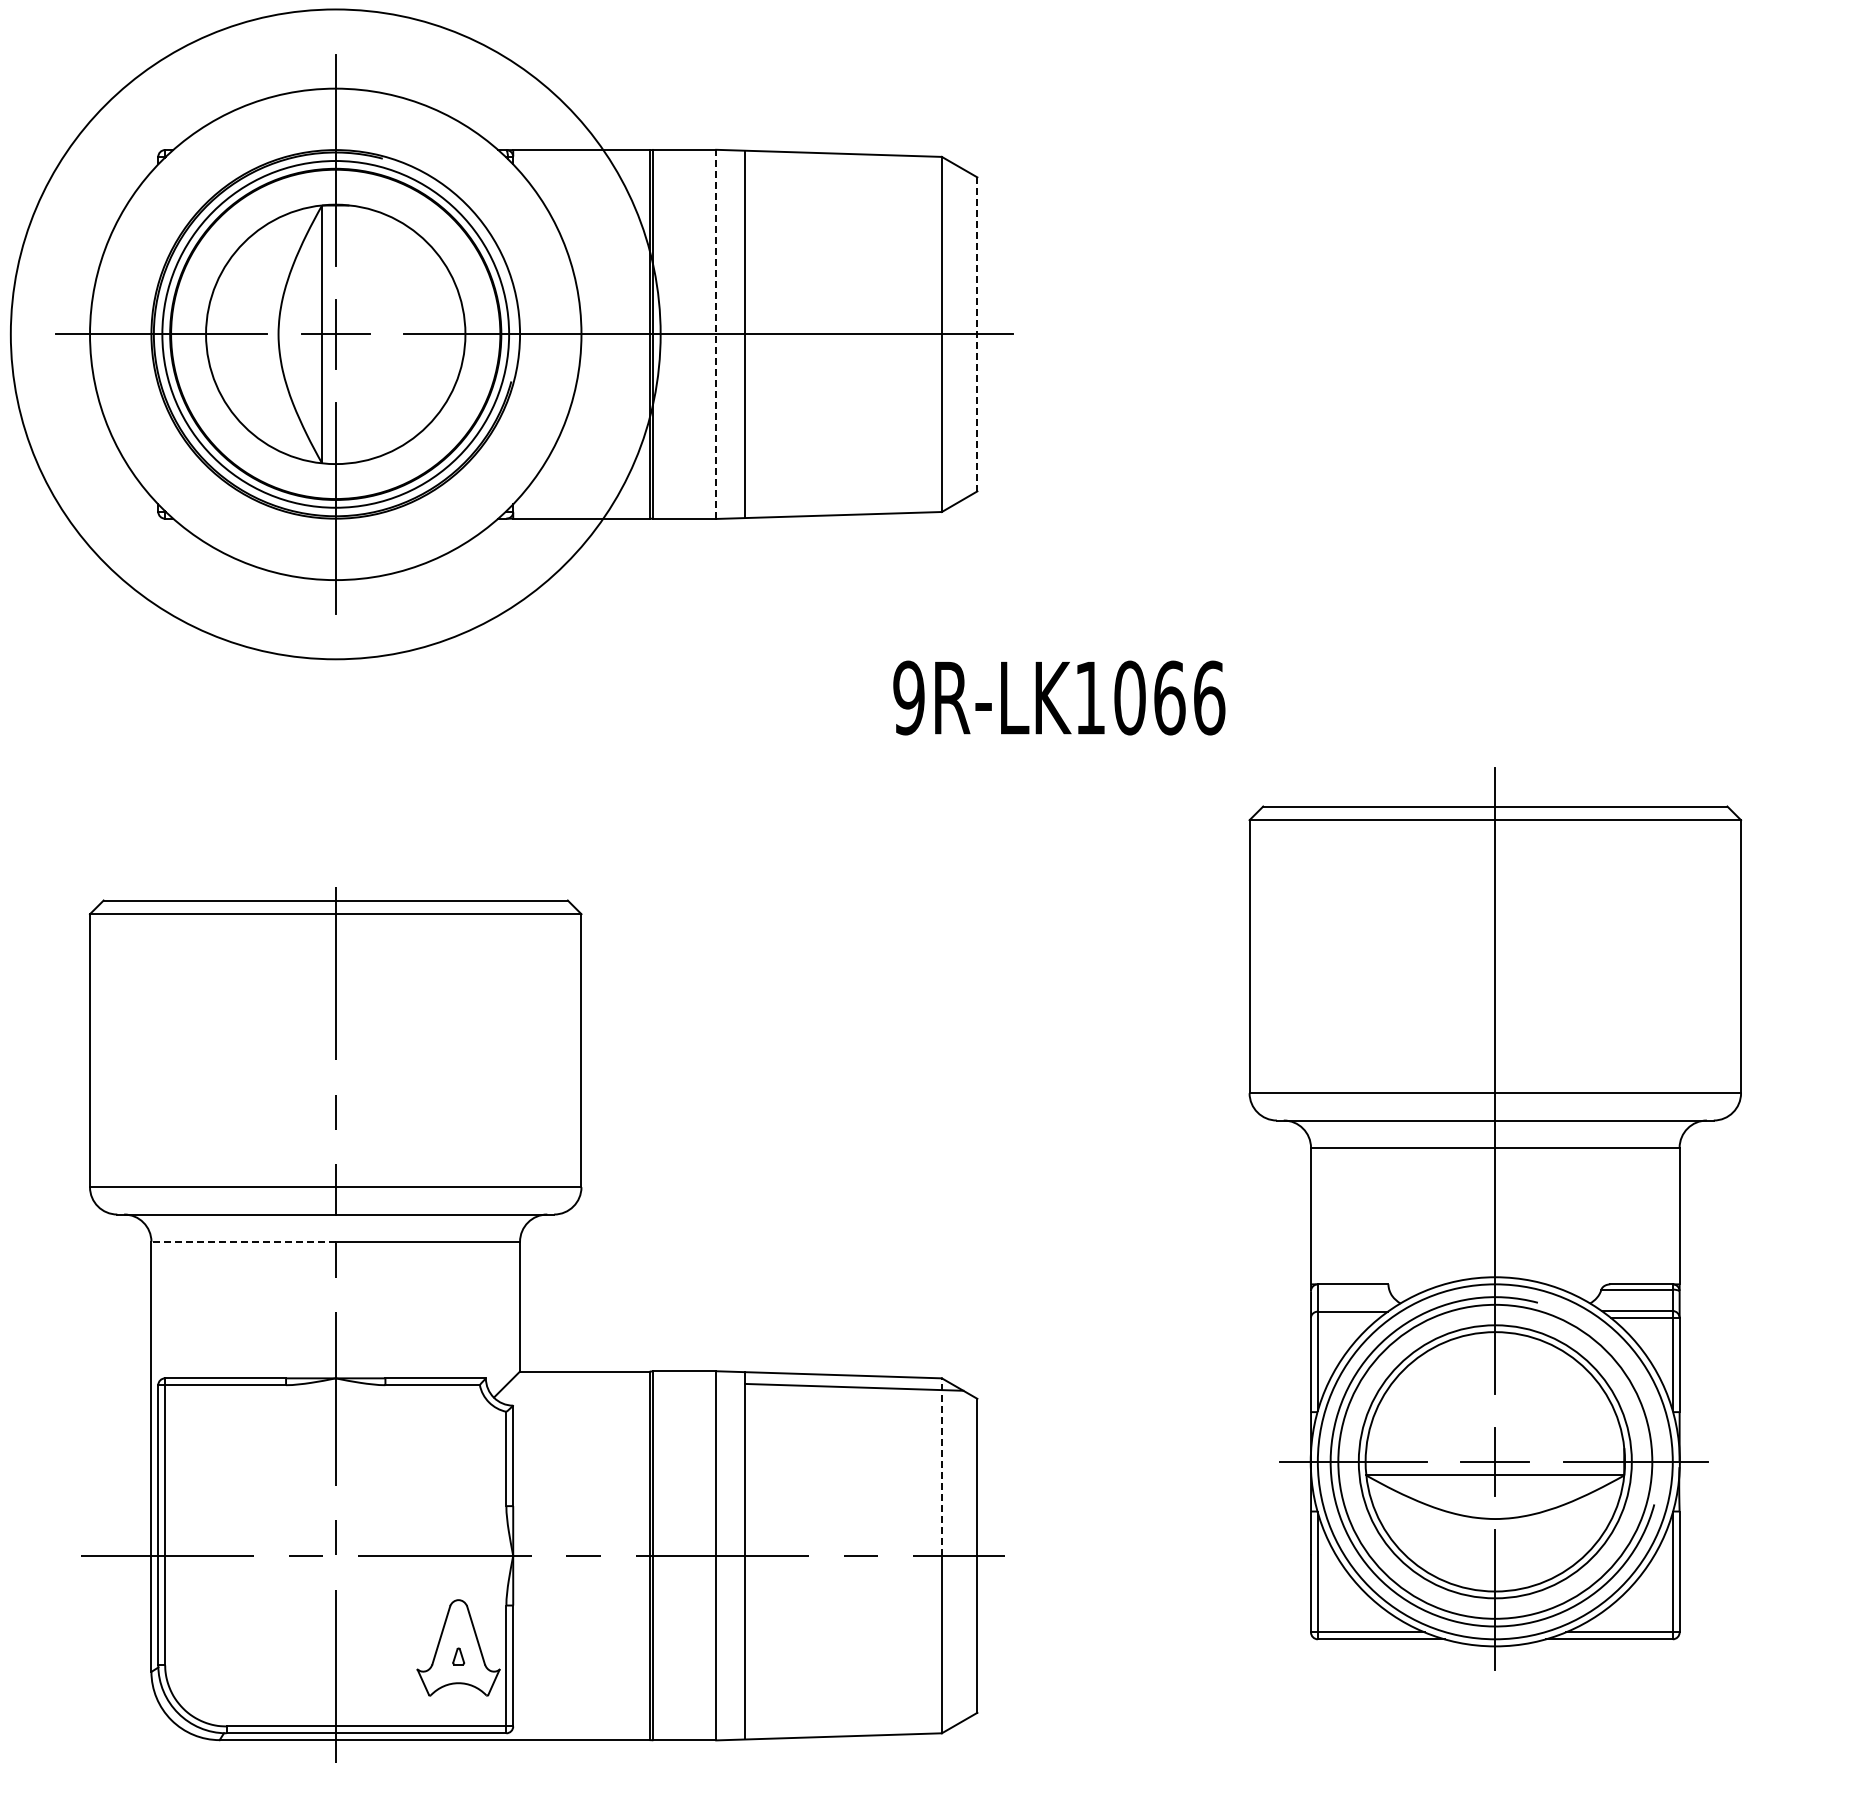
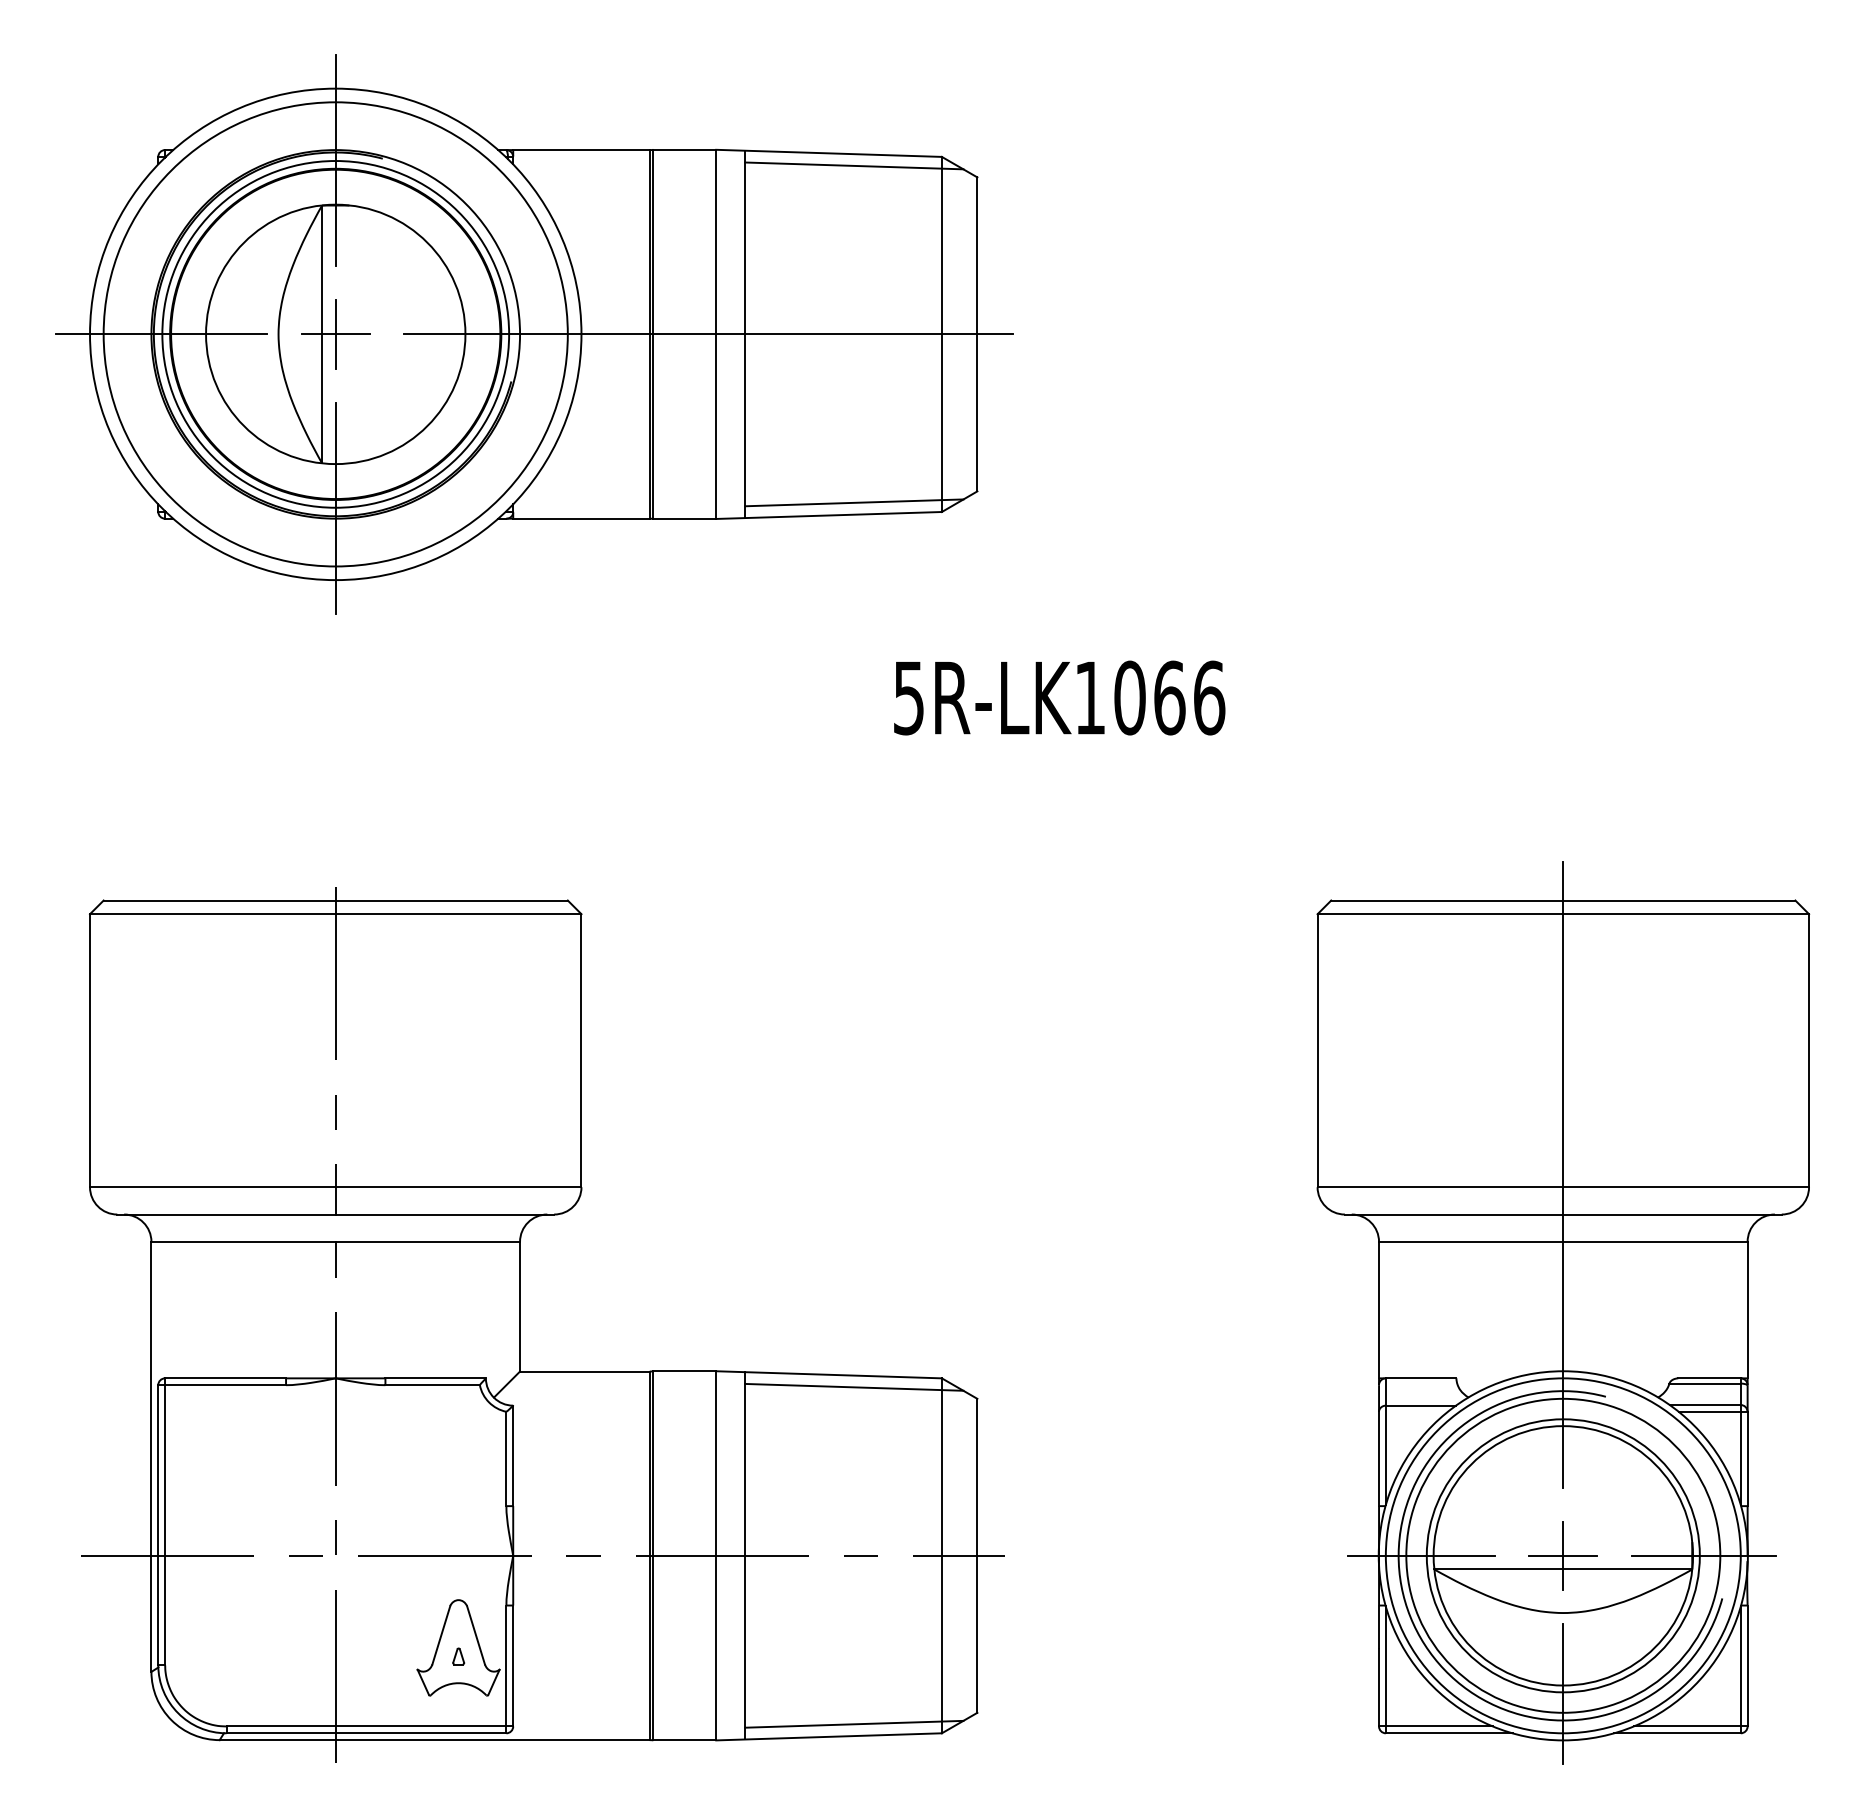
line at (854, 165): none -> present
circle at (335, 334) diameter: 650 px -> 464 px
line at (716, 334): dashed -> solid
line at (977, 334): dashed -> solid
line at (854, 502): none -> present
text at (908, 697): 9R-LK1066 -> 5R-LK1066
part at (1495, 1218) position: (1495, 1218) -> (1563, 1312)
line at (243, 1241): dashed -> solid
line at (941, 1467): dashed -> solid
line at (854, 1723): none -> present
